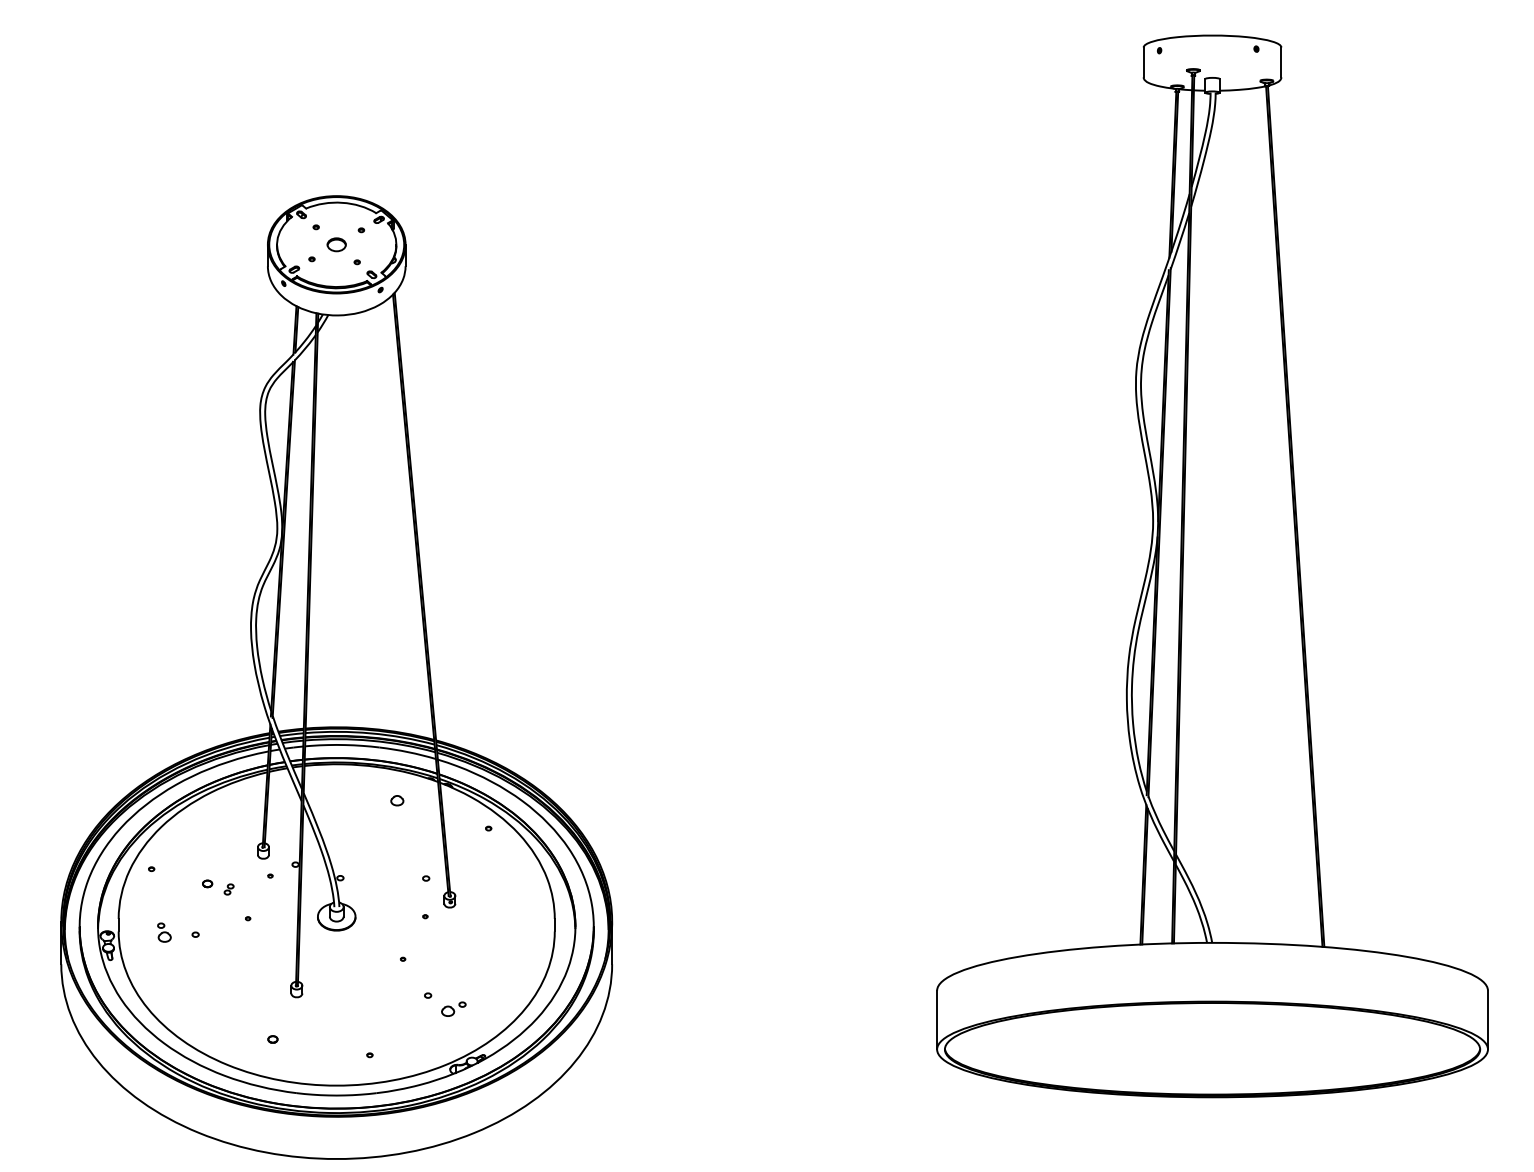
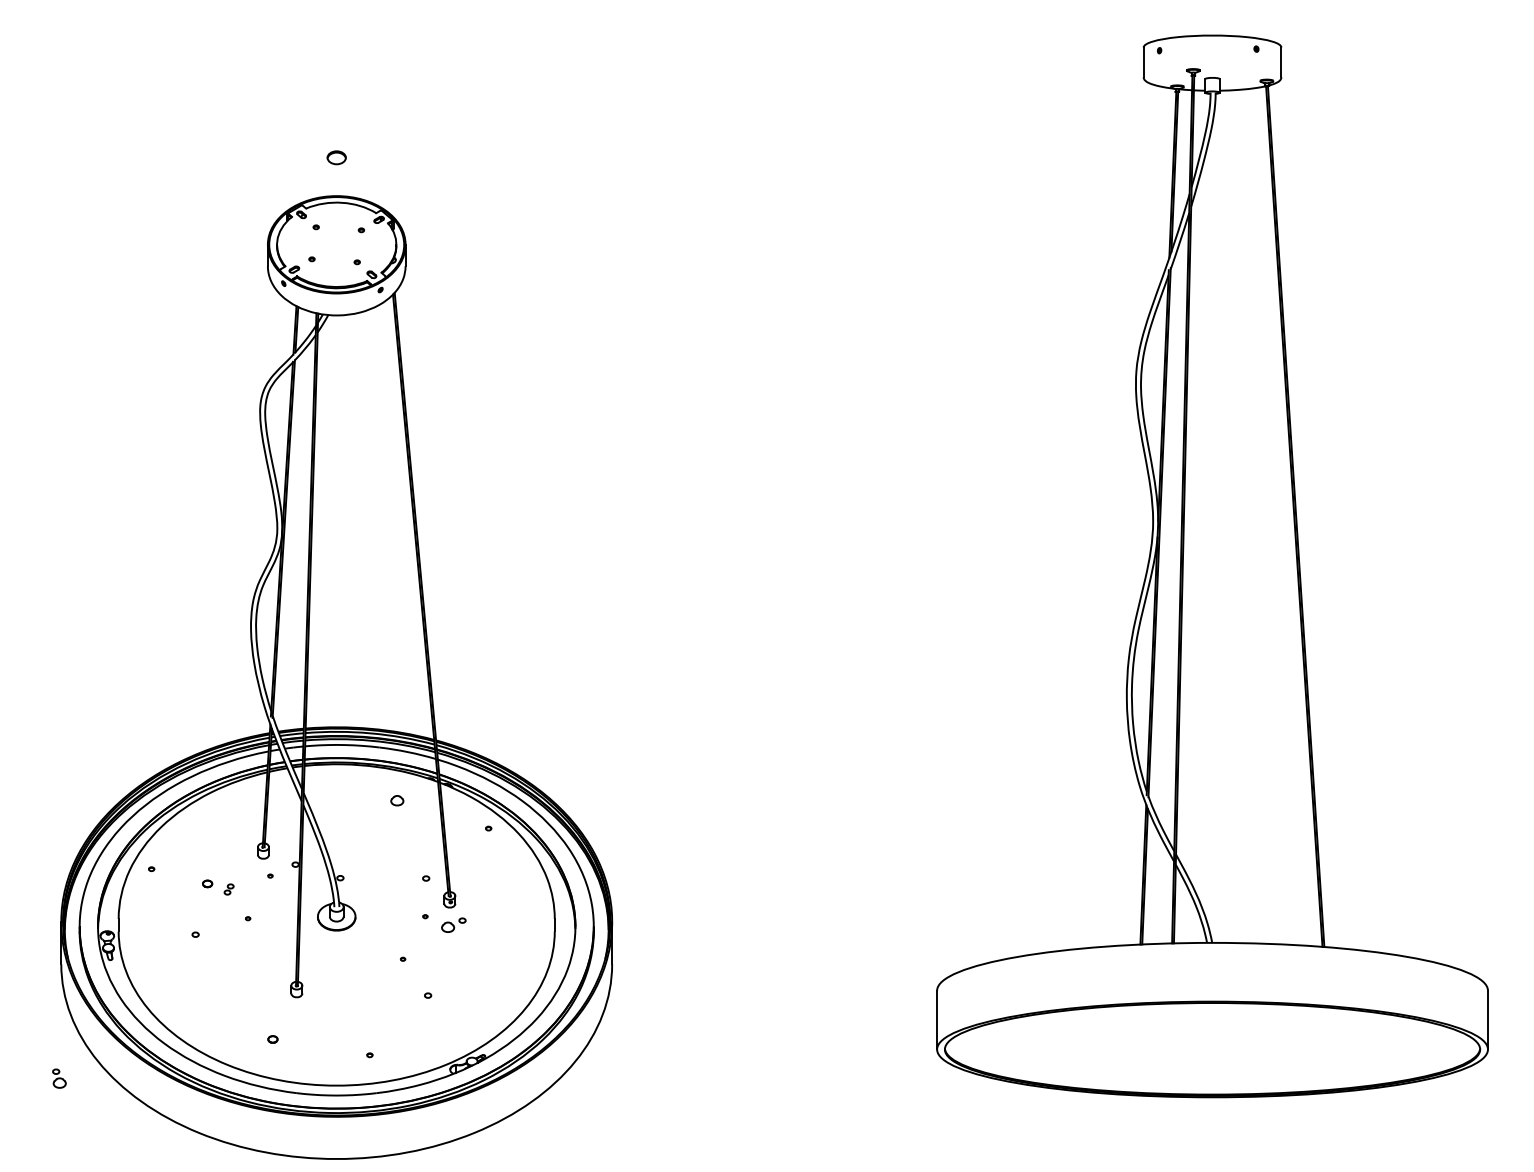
part at (336, 244) position: (336, 244) -> (336, 157)
part at (164, 932) position: (164, 932) -> (59, 1078)
part at (453, 1008) position: (453, 1008) -> (453, 924)
